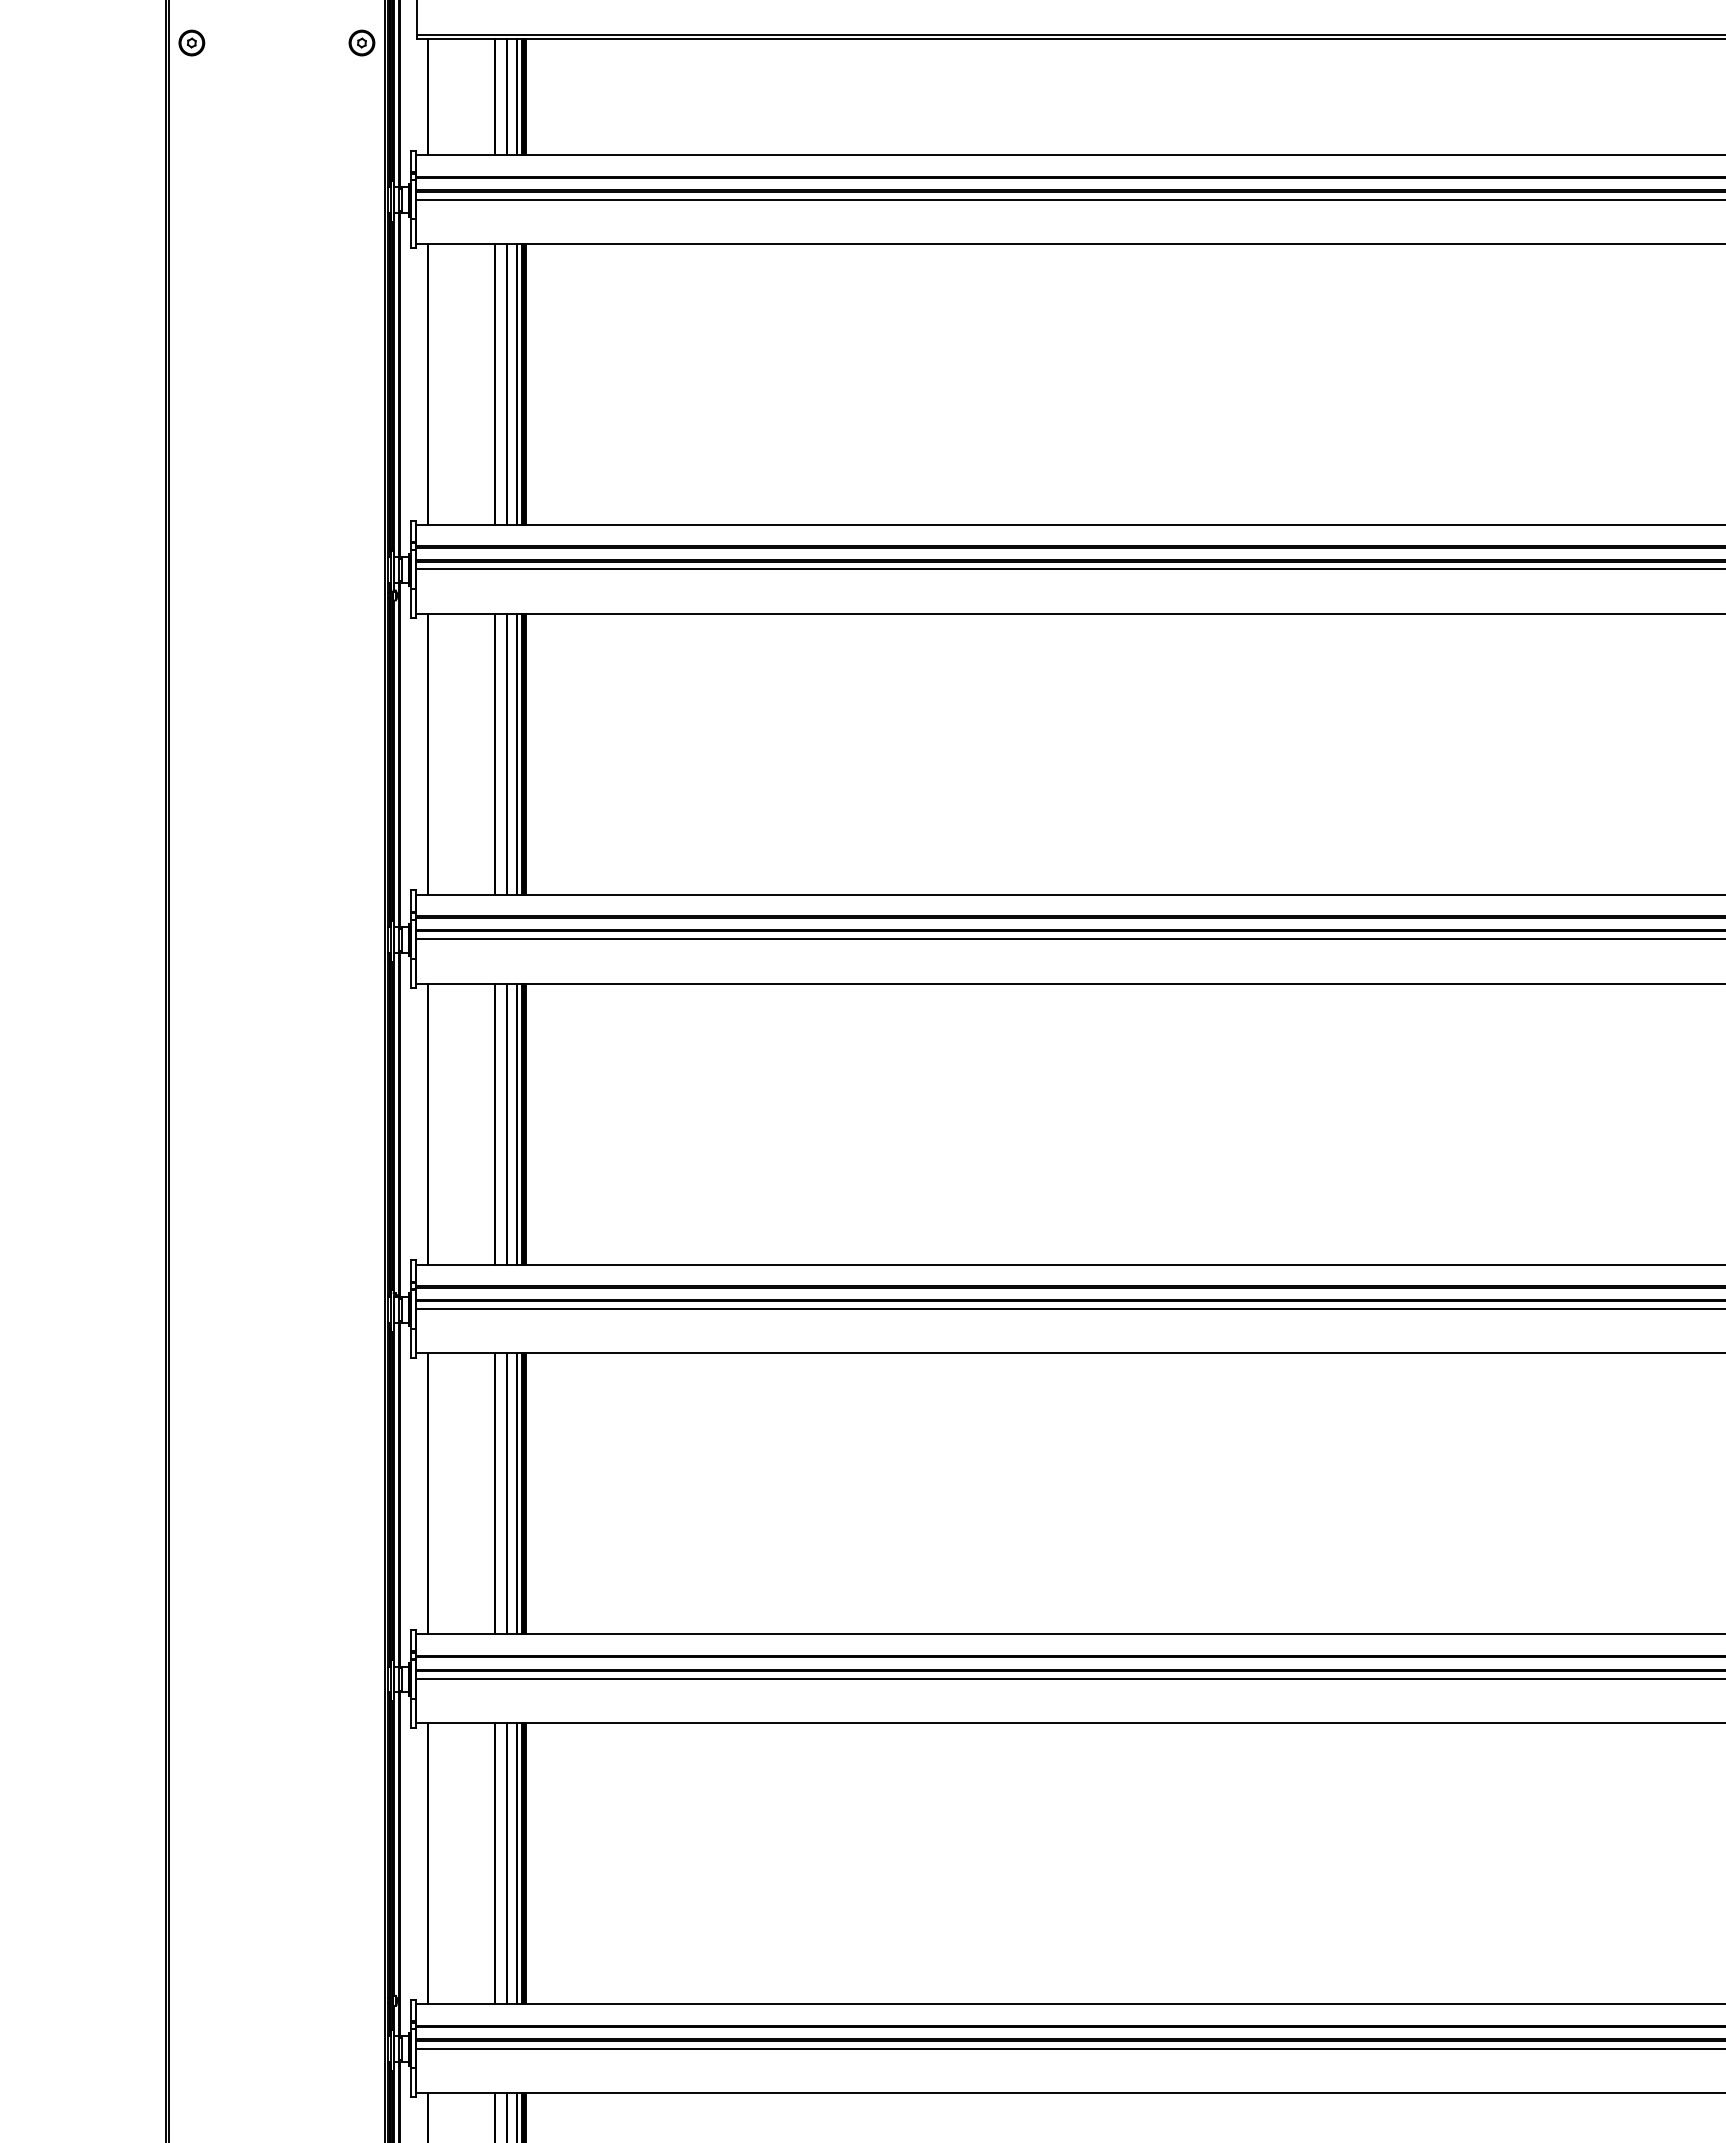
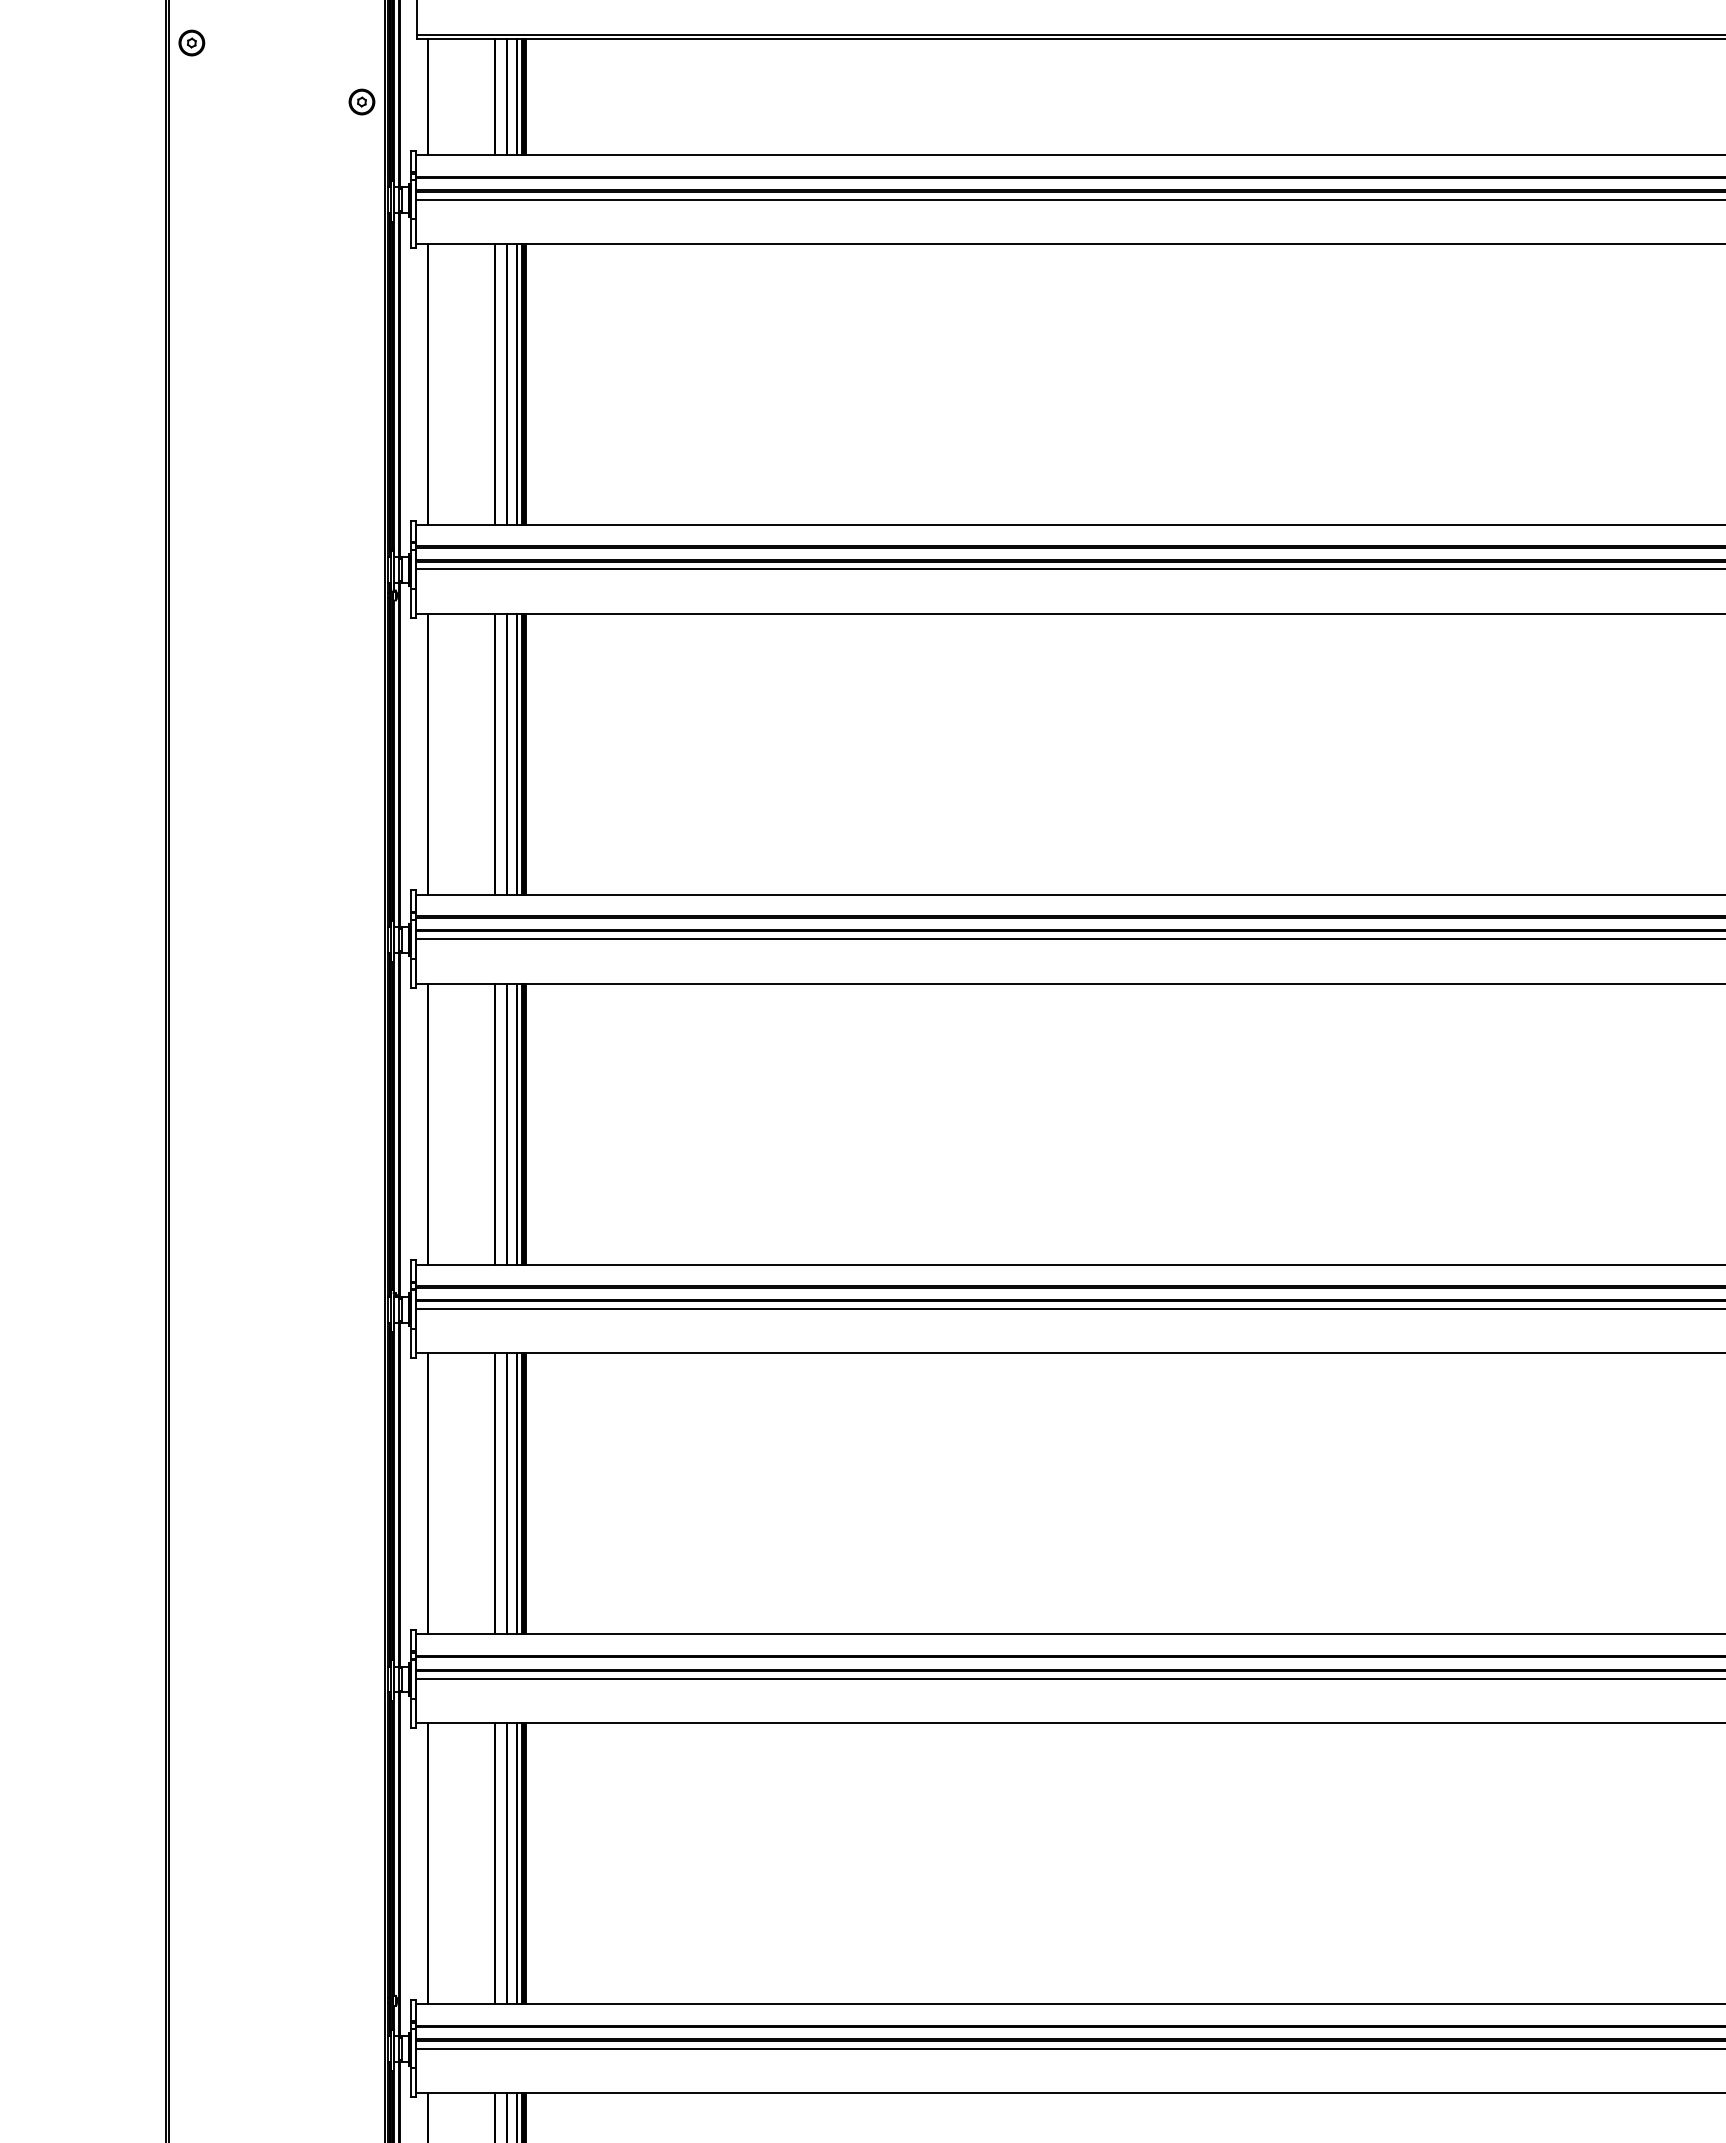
part at (361, 42) position: (361, 42) -> (361, 101)
